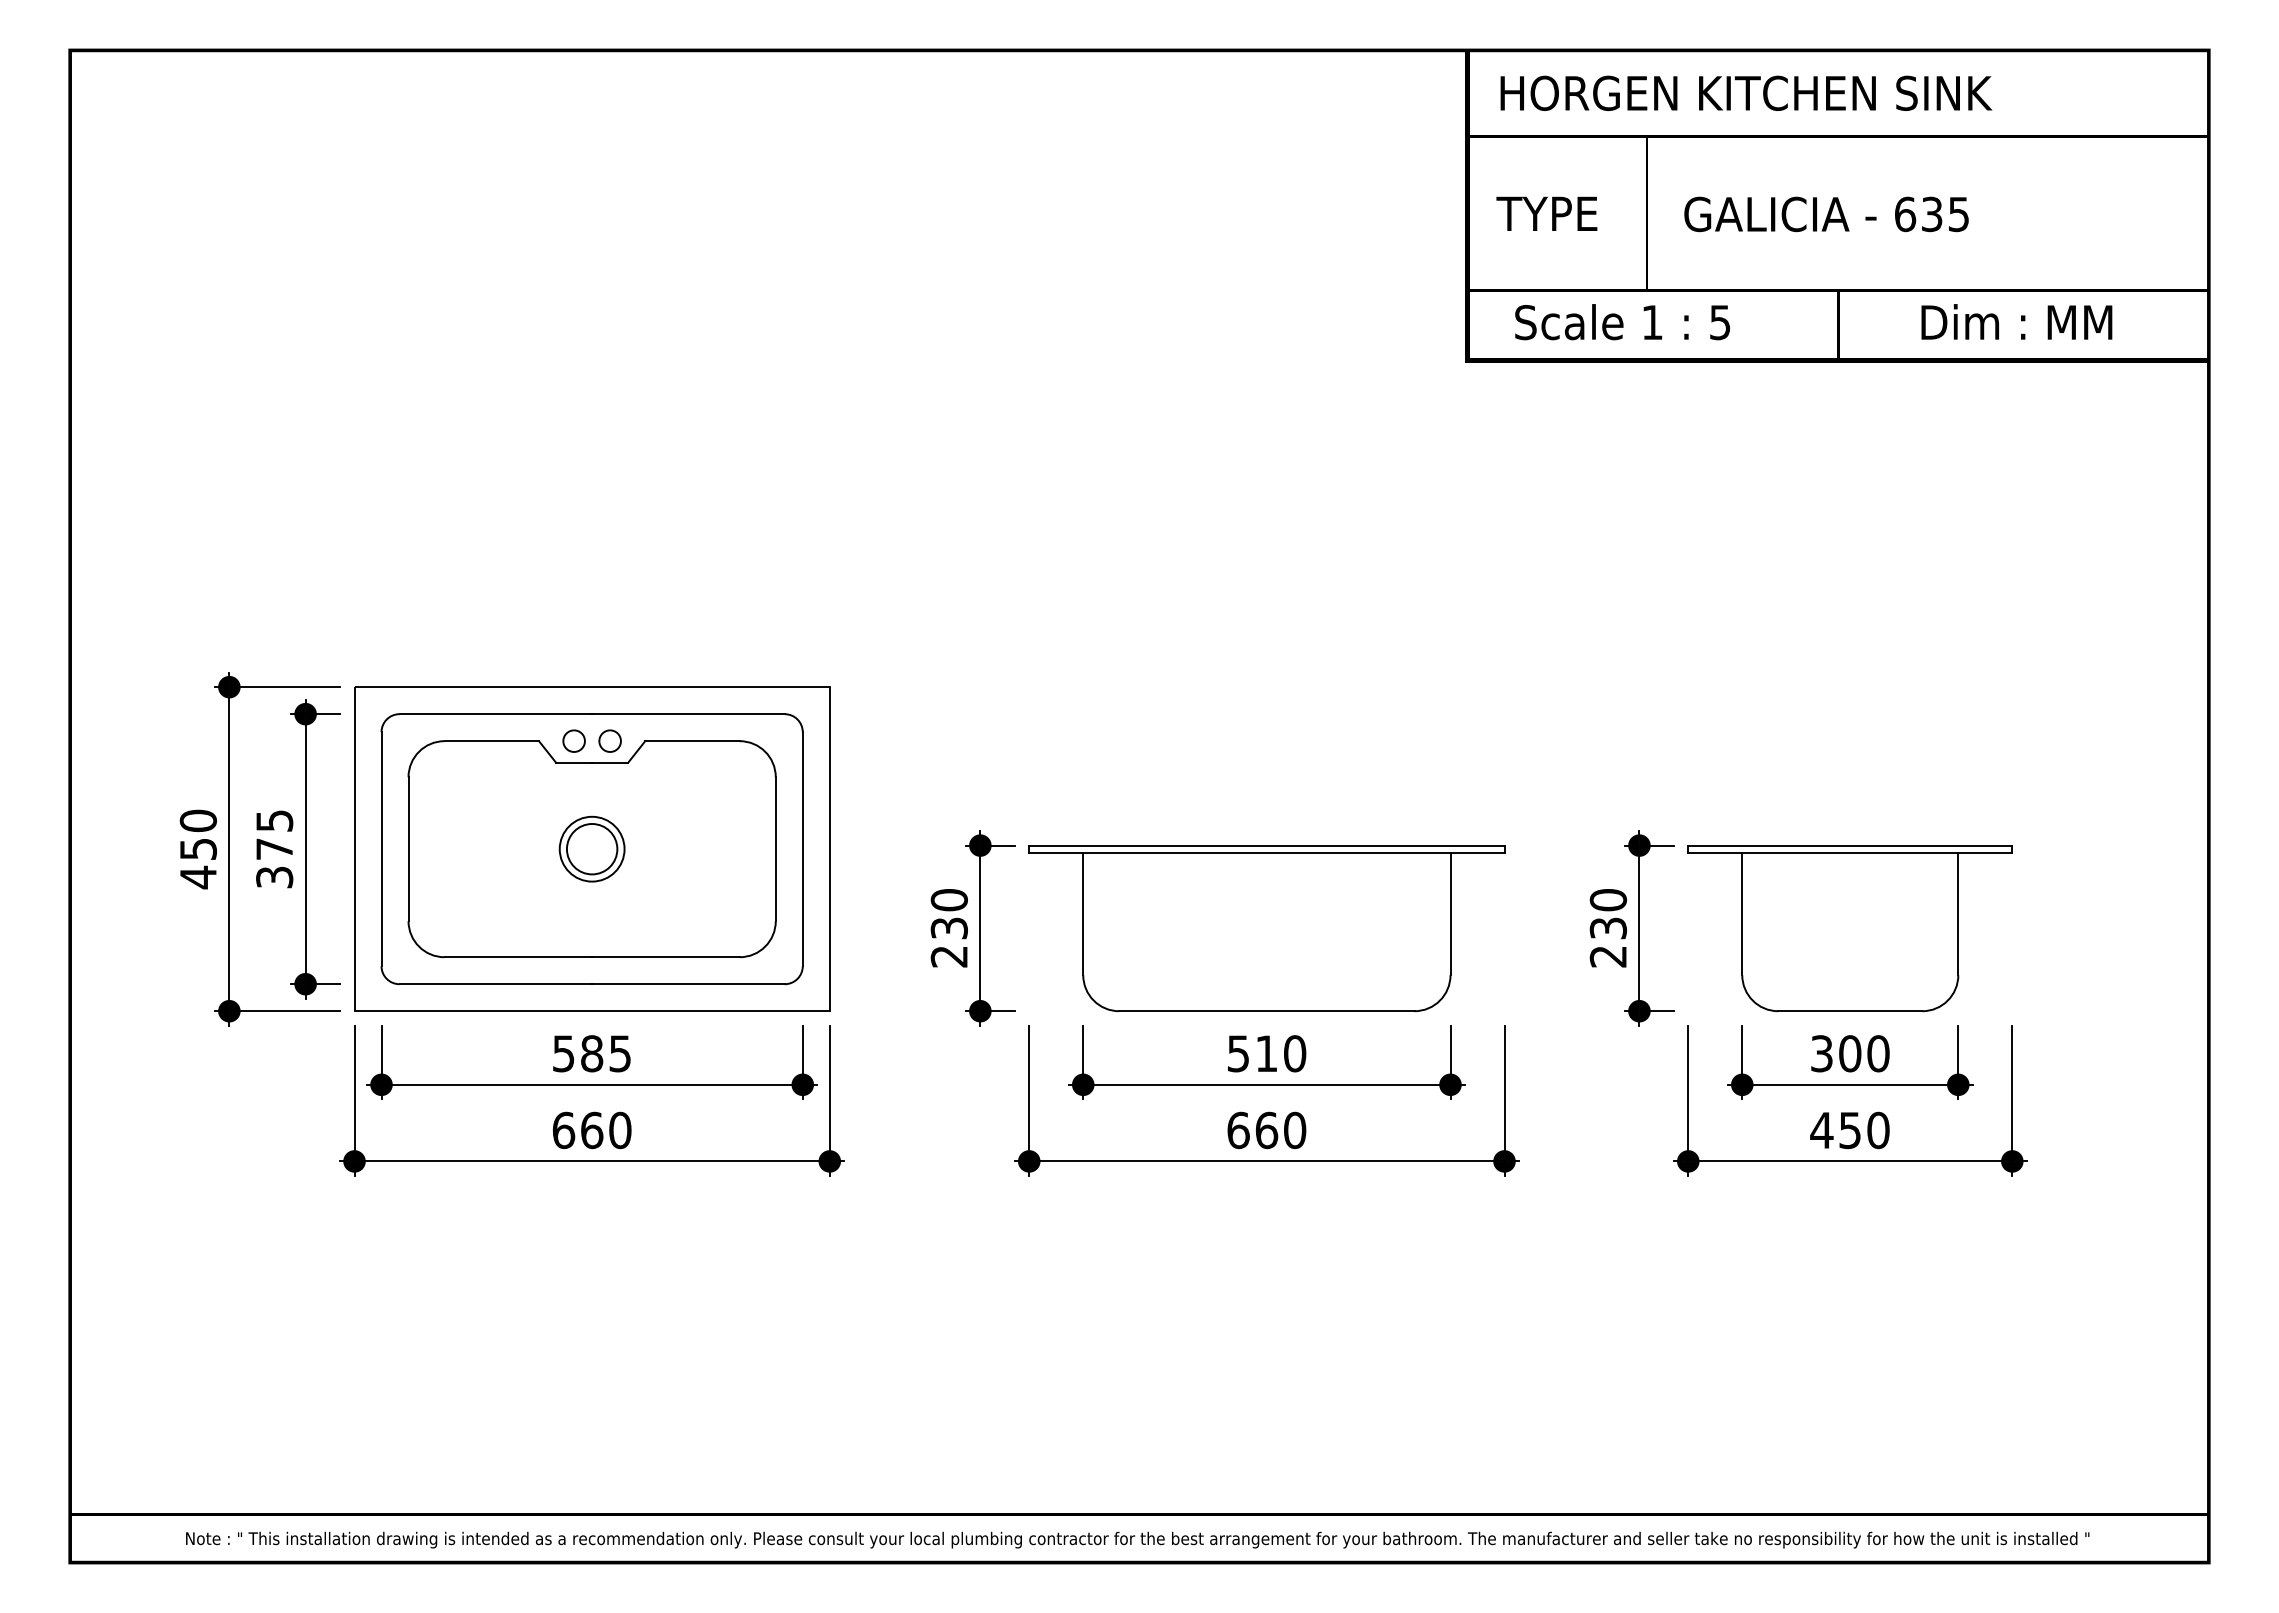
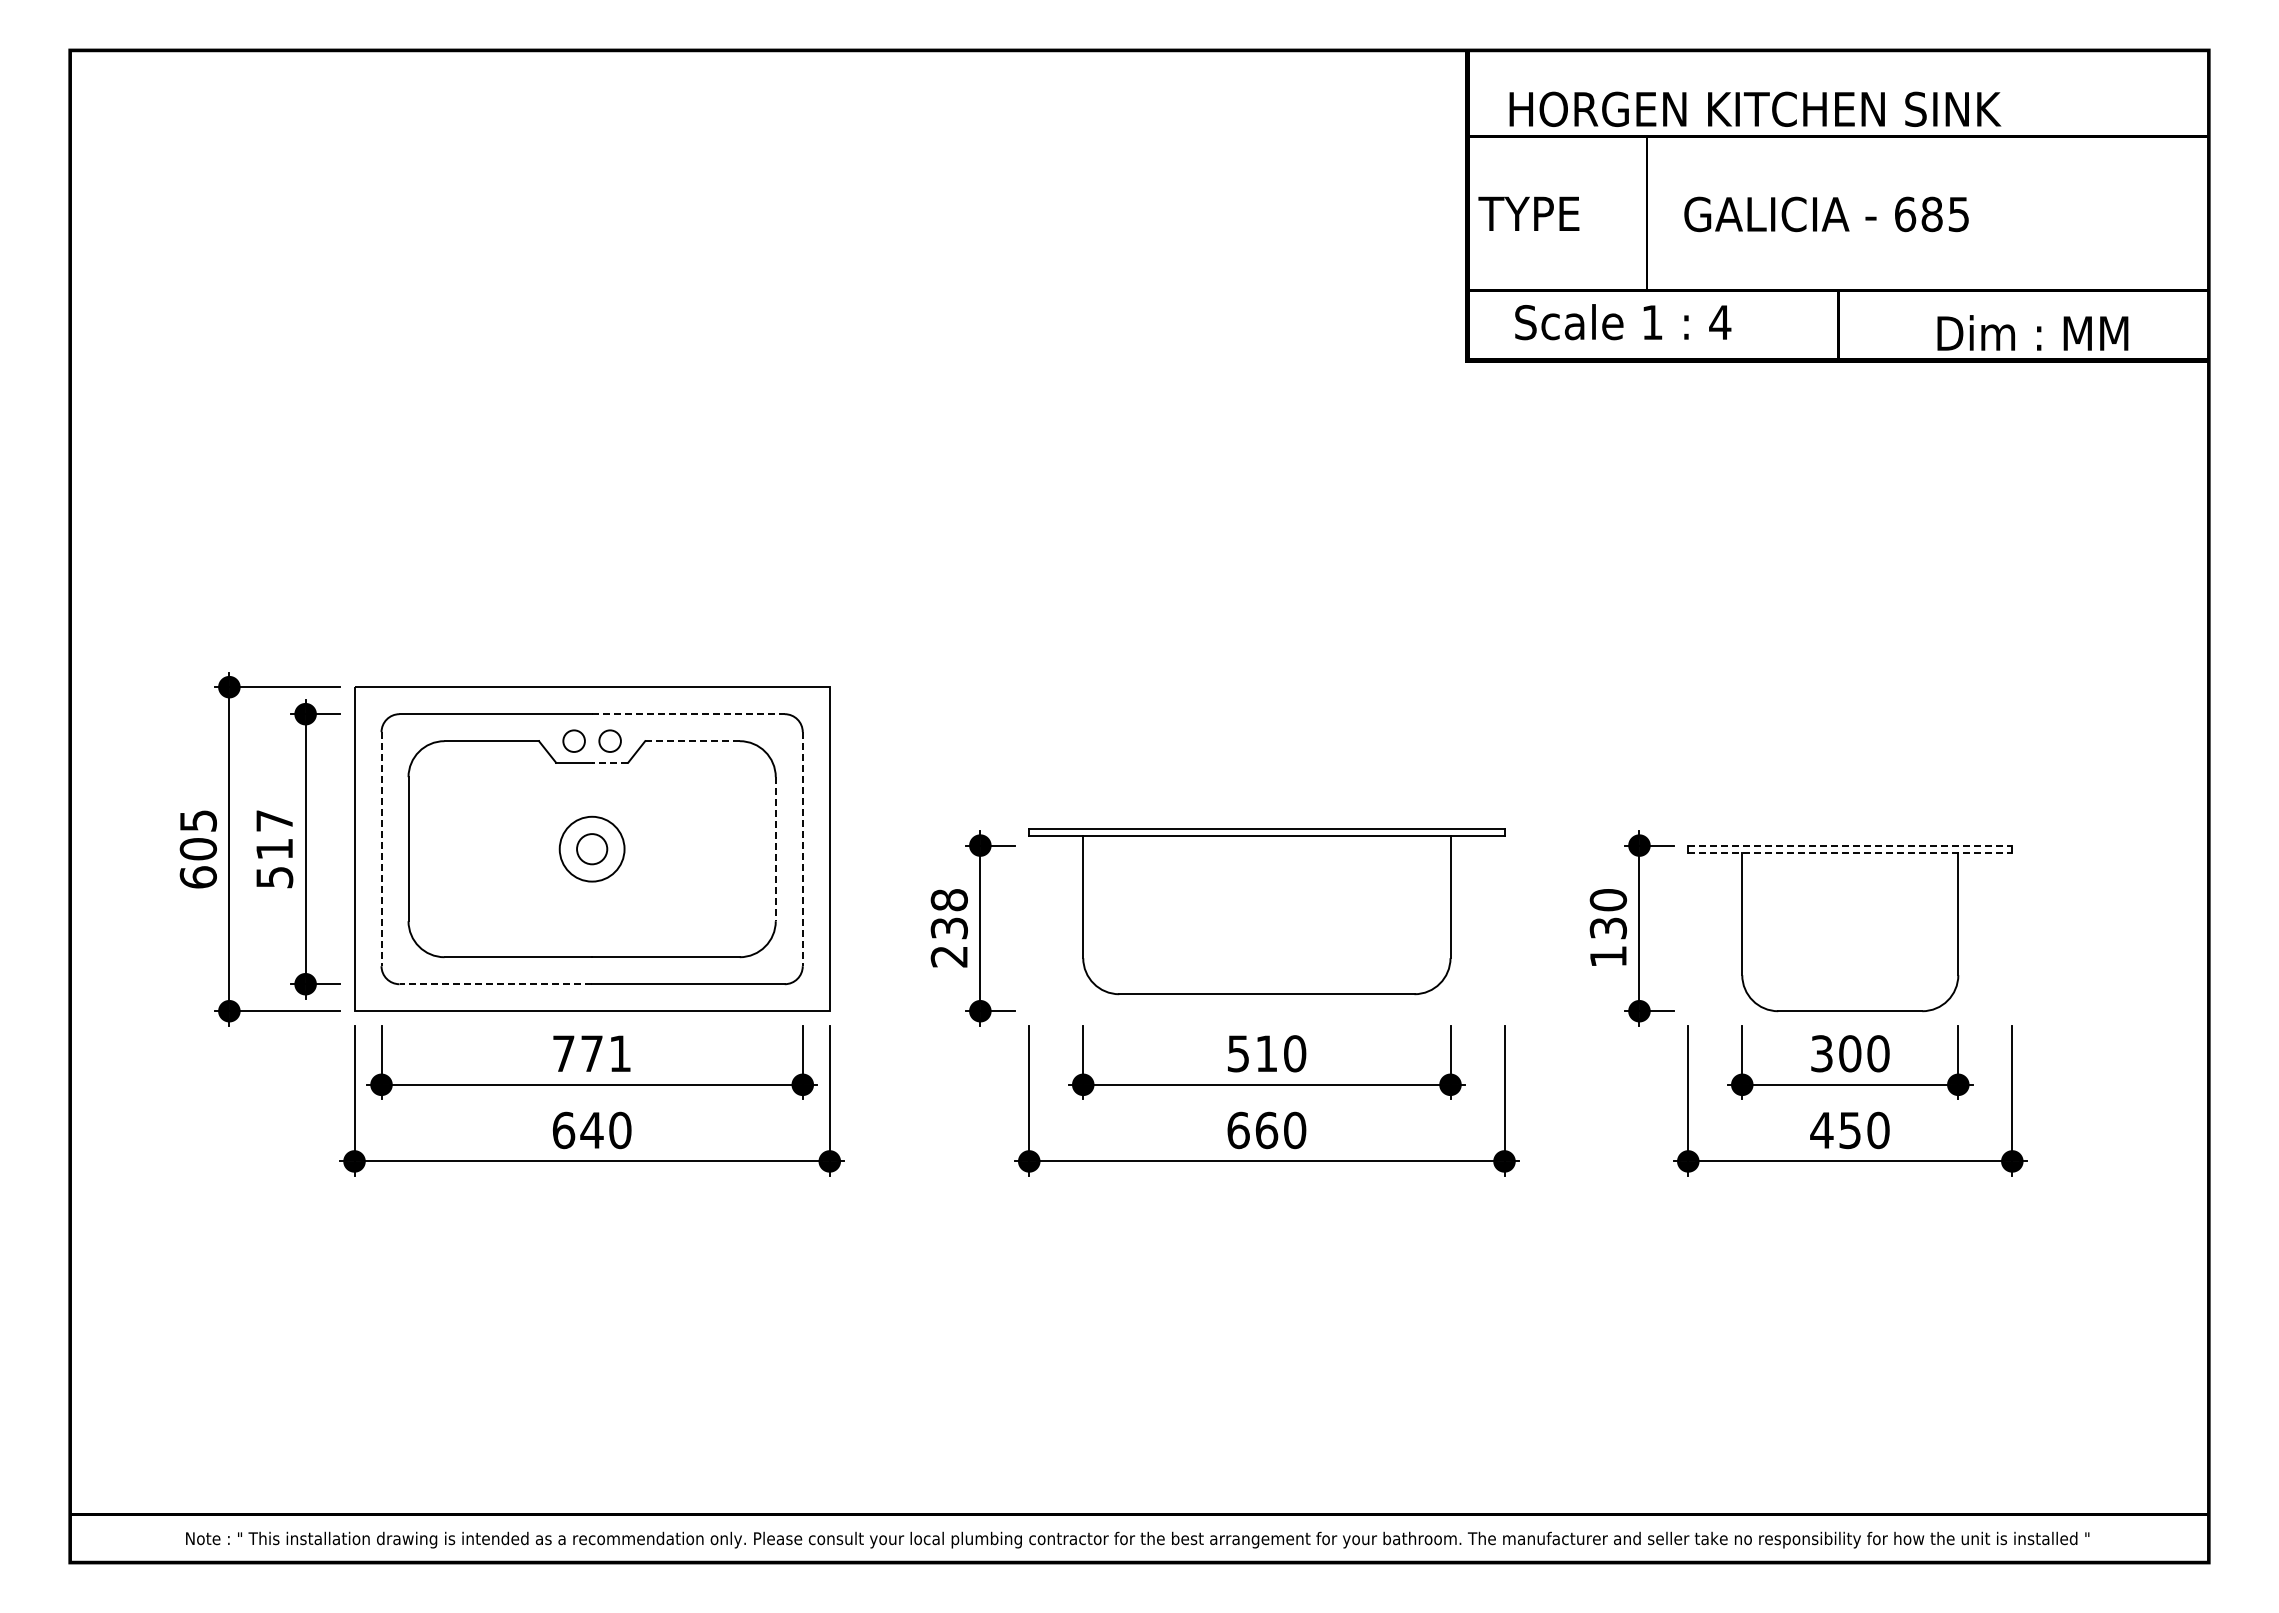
text at (1746, 92) position: (1746, 92) -> (1755, 108)
text at (1546, 213) position: (1546, 213) -> (1528, 213)
text at (1931, 214): 635 -> 685
text at (2016, 321) position: (2016, 321) -> (2032, 332)
text at (1720, 322): 5 -> 4
line at (688, 714): solid -> dashed
line at (693, 741): solid -> dashed
line at (609, 762): solid -> dashed
line at (1850, 845): solid -> dashed
text at (274, 848): 375 -> 517
text at (198, 849): 450 -> 605
line at (381, 849): solid -> dashed
circle at (591, 849) diameter: 50 px -> 30 px
line at (775, 849): solid -> dashed
line at (802, 849): solid -> dashed
line at (1850, 852): solid -> dashed
text at (949, 900): 230 -> 238
part at (1266, 928) position: (1266, 928) -> (1266, 911)
text at (1607, 956): 230 -> 130
line at (495, 984): solid -> dashed
text at (591, 1053): 585 -> 771
text at (591, 1130): 660 -> 640
